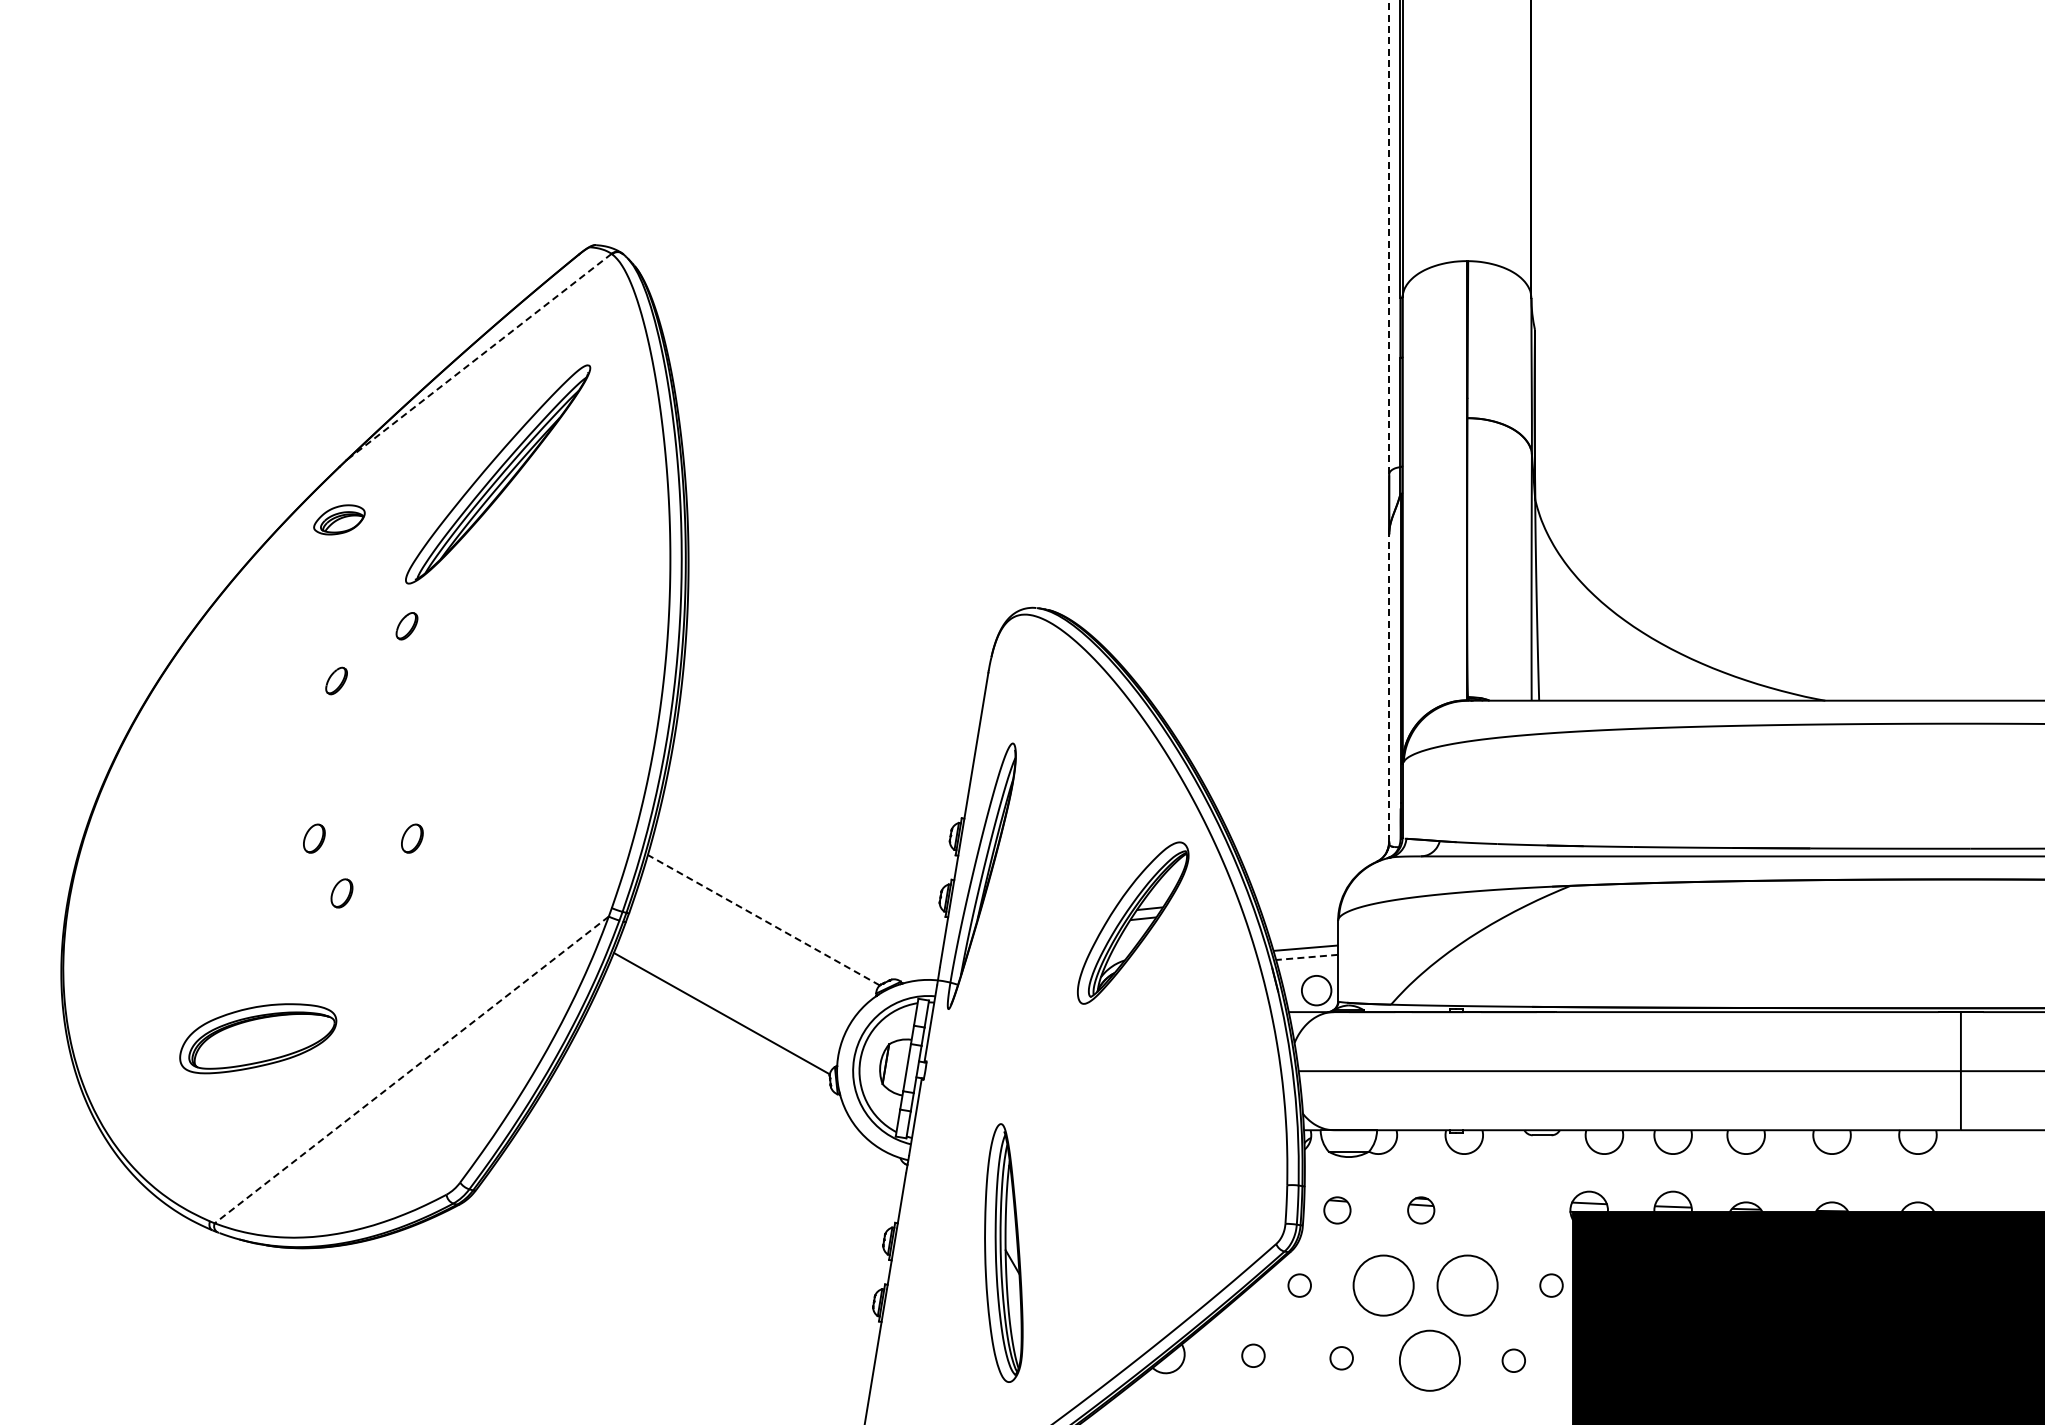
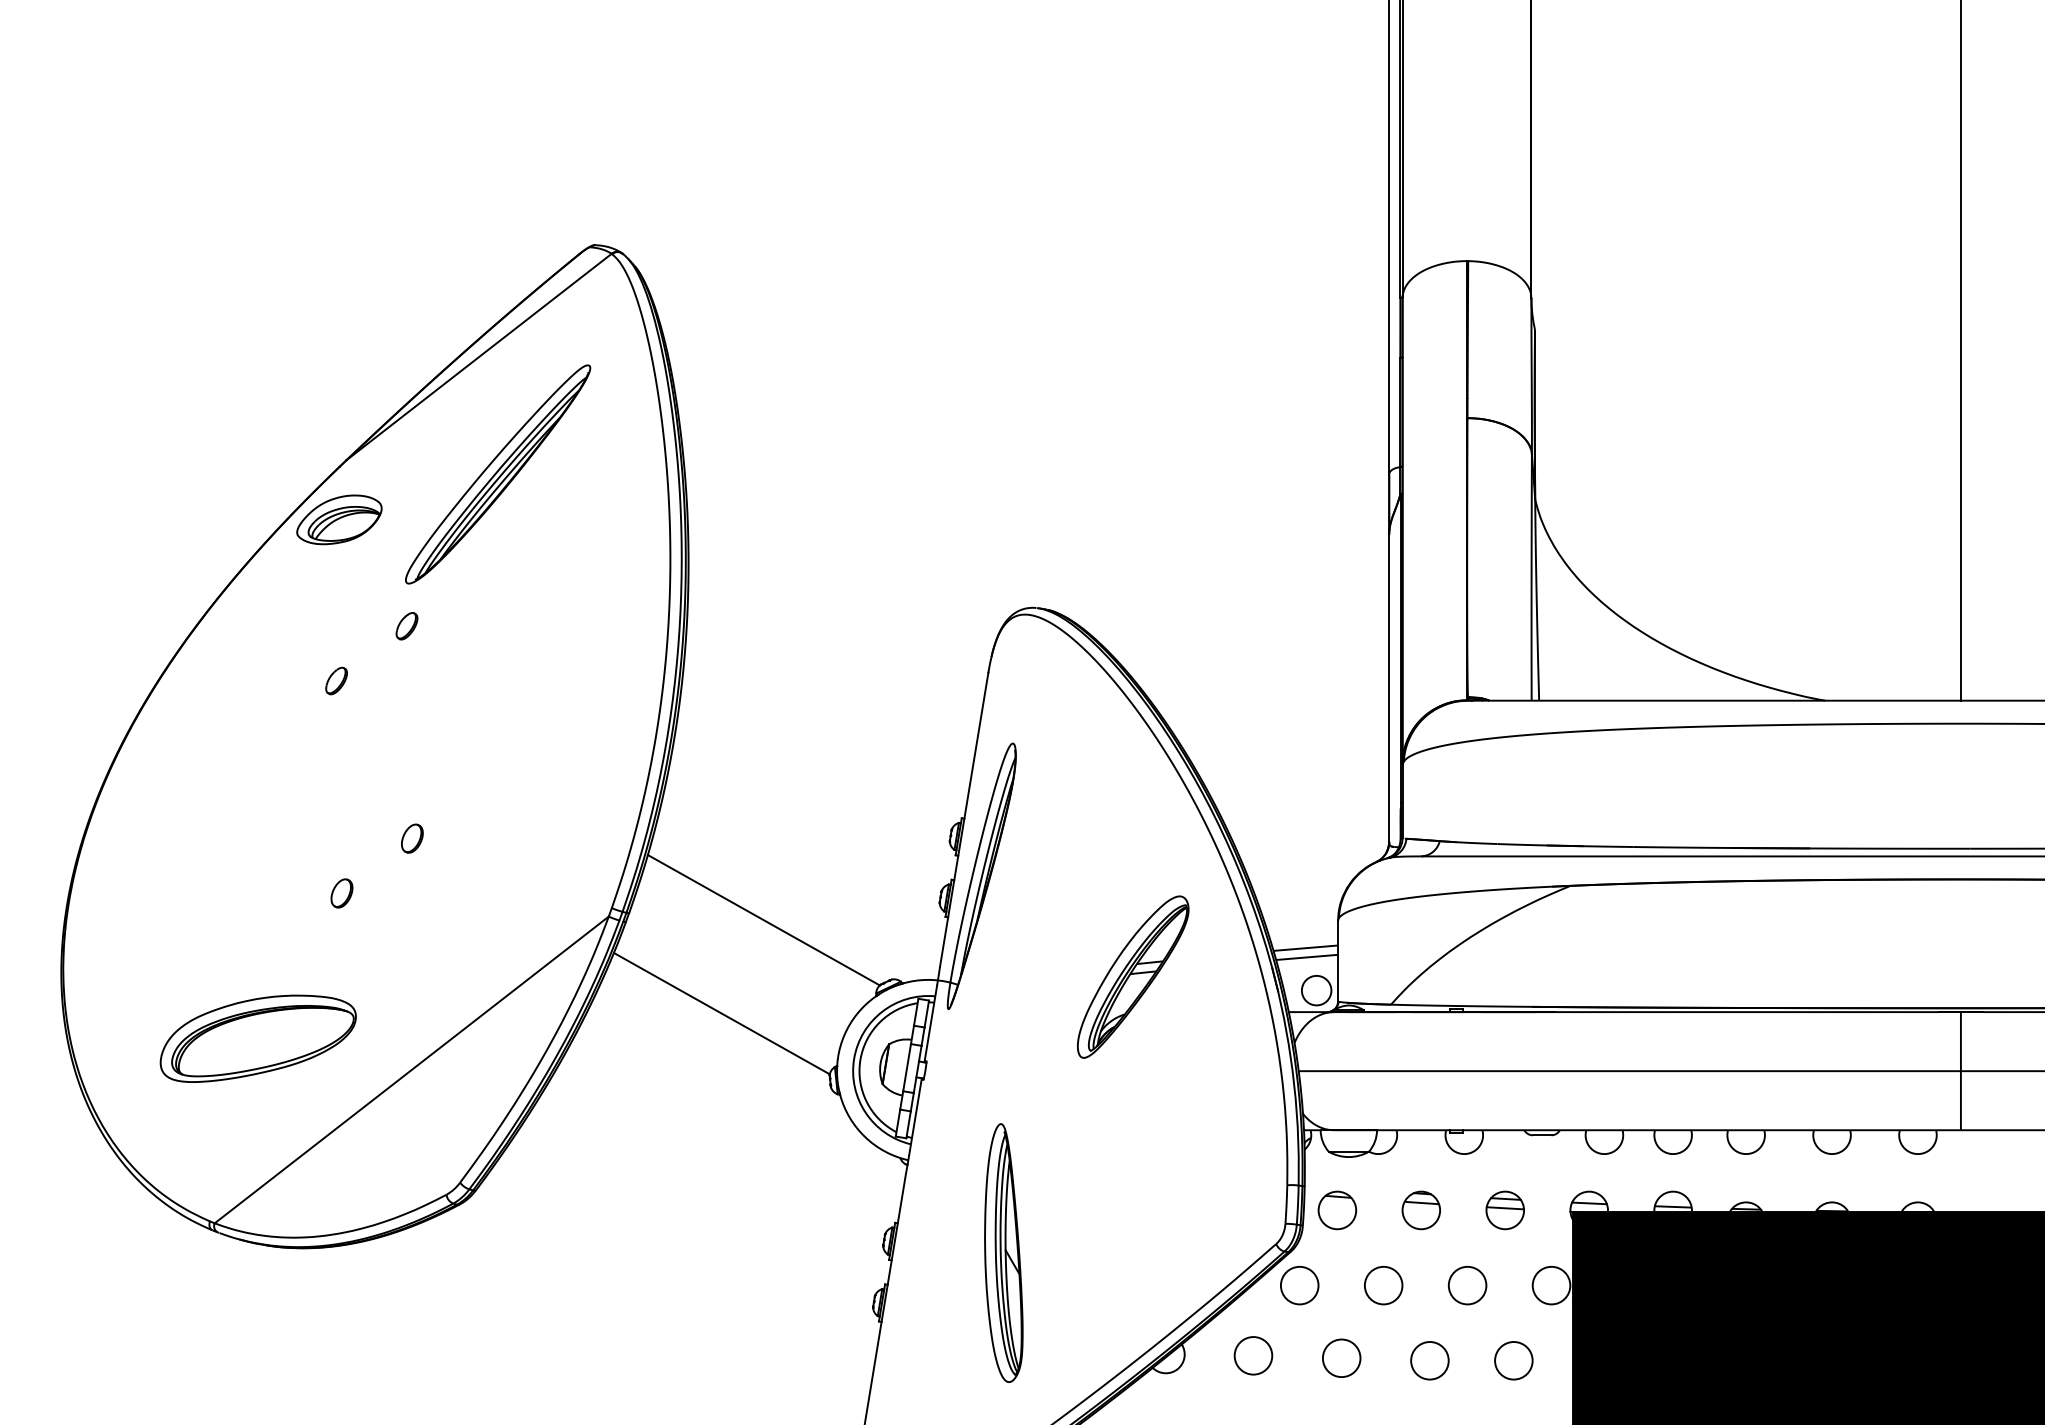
line at (1389, 237): dashed -> solid
line at (1960, 351): none -> present
line at (479, 356): dashed -> solid
part at (339, 519) size: 53x32 px -> 87x52 px
line at (1389, 687): dashed -> solid
part at (314, 838): present -> none
line at (763, 919): dashed -> solid
part at (1133, 922) position: (1133, 922) -> (1133, 976)
line at (1306, 957): dashed -> solid
part at (258, 1038) size: 159x72 px -> 198x89 px
line at (411, 1069): dashed -> solid
part at (1337, 1210) size: 29x29 px -> 41x41 px
part at (1421, 1210) size: 29x29 px -> 40x41 px
part at (1504, 1210): none -> present
circle at (1299, 1285) diameter: 23 px -> 38 px
circle at (1383, 1285) diameter: 60 px -> 38 px
circle at (1467, 1285) diameter: 60 px -> 38 px
circle at (1551, 1285) diameter: 23 px -> 38 px
circle at (1253, 1355) diameter: 23 px -> 38 px
circle at (1341, 1358) diameter: 23 px -> 38 px
circle at (1429, 1360) diameter: 60 px -> 38 px
circle at (1513, 1360) diameter: 23 px -> 38 px
